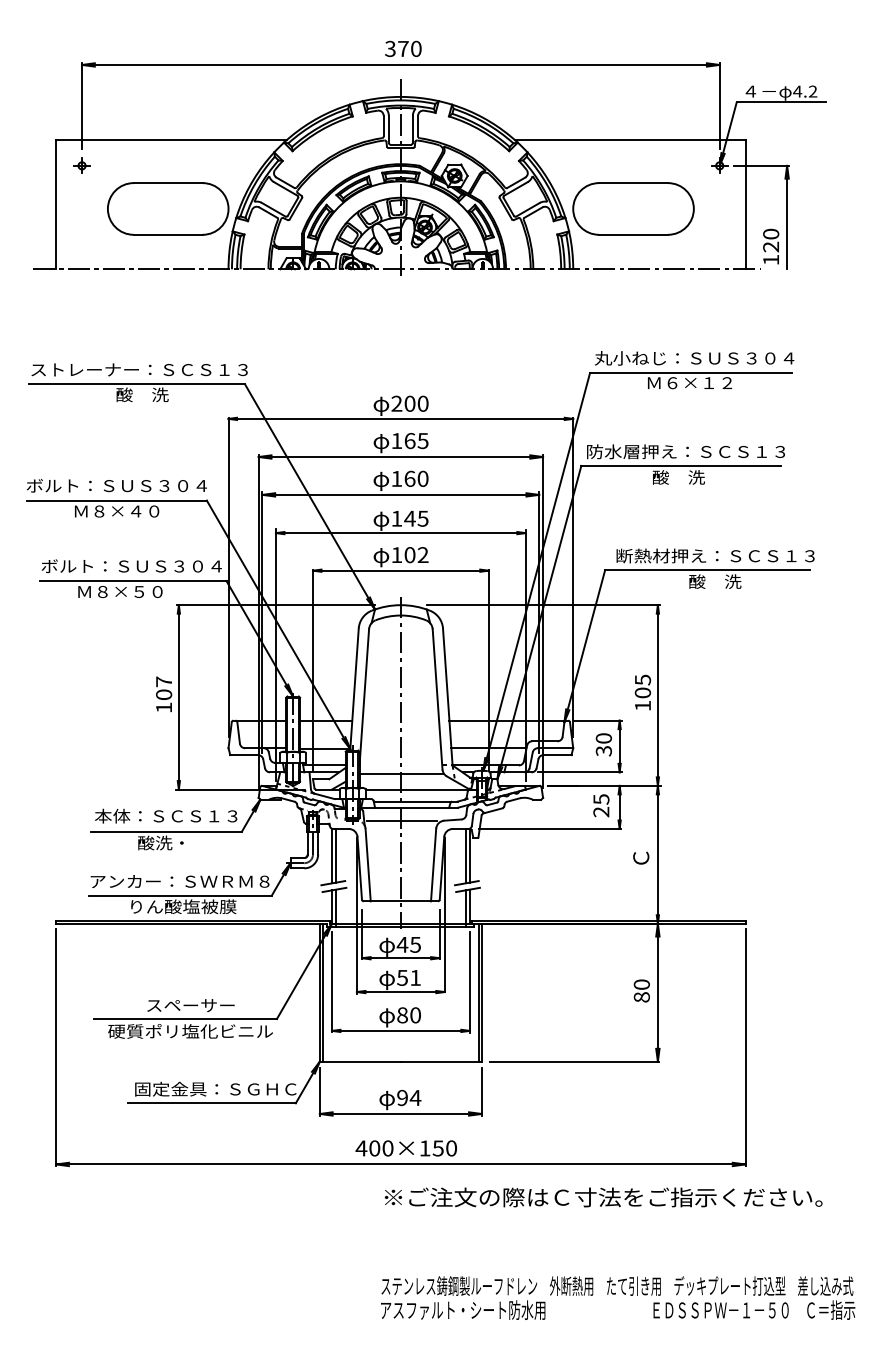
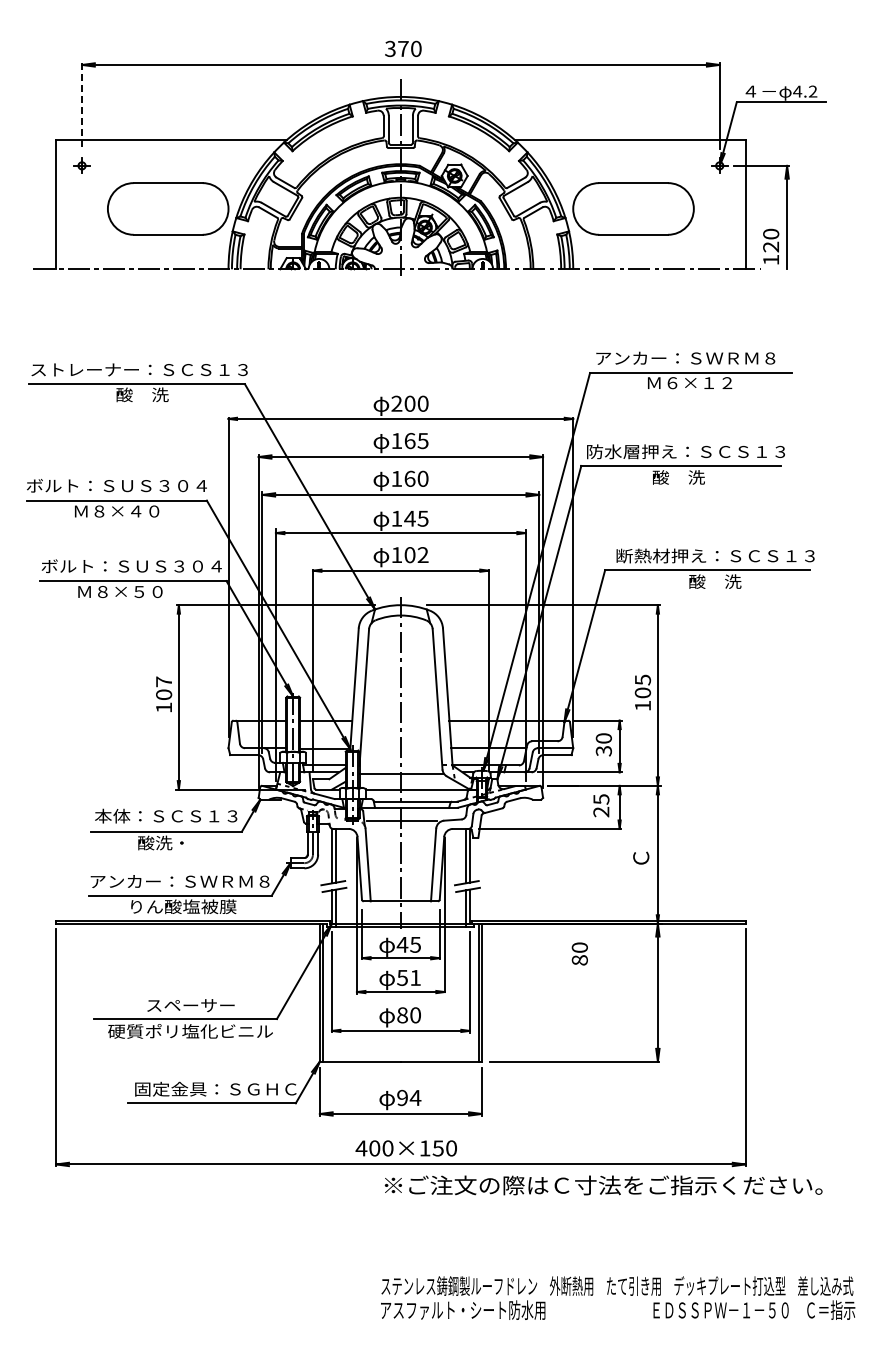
line at (82, 106): solid -> dashed
text at (694, 358): 丸小ねじ：ＳＵＳ３０４ -> アンカー：ＳＷＲＭ８
text at (641, 990) position: (641, 990) -> (579, 953)
text at (603, 1197) position: (603, 1197) -> (603, 1185)
